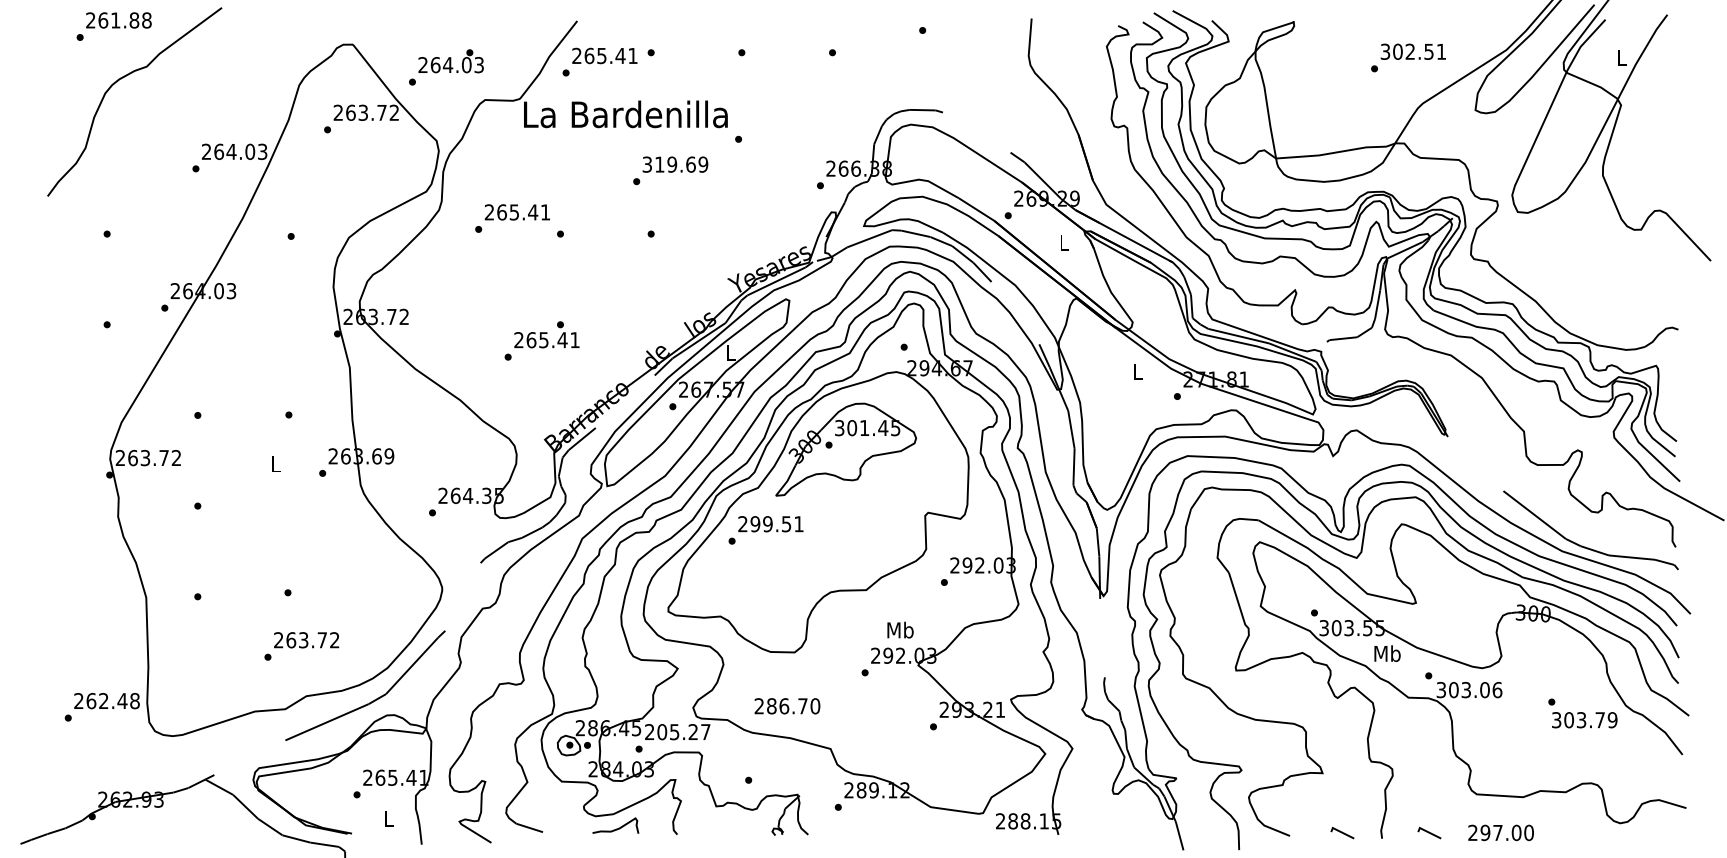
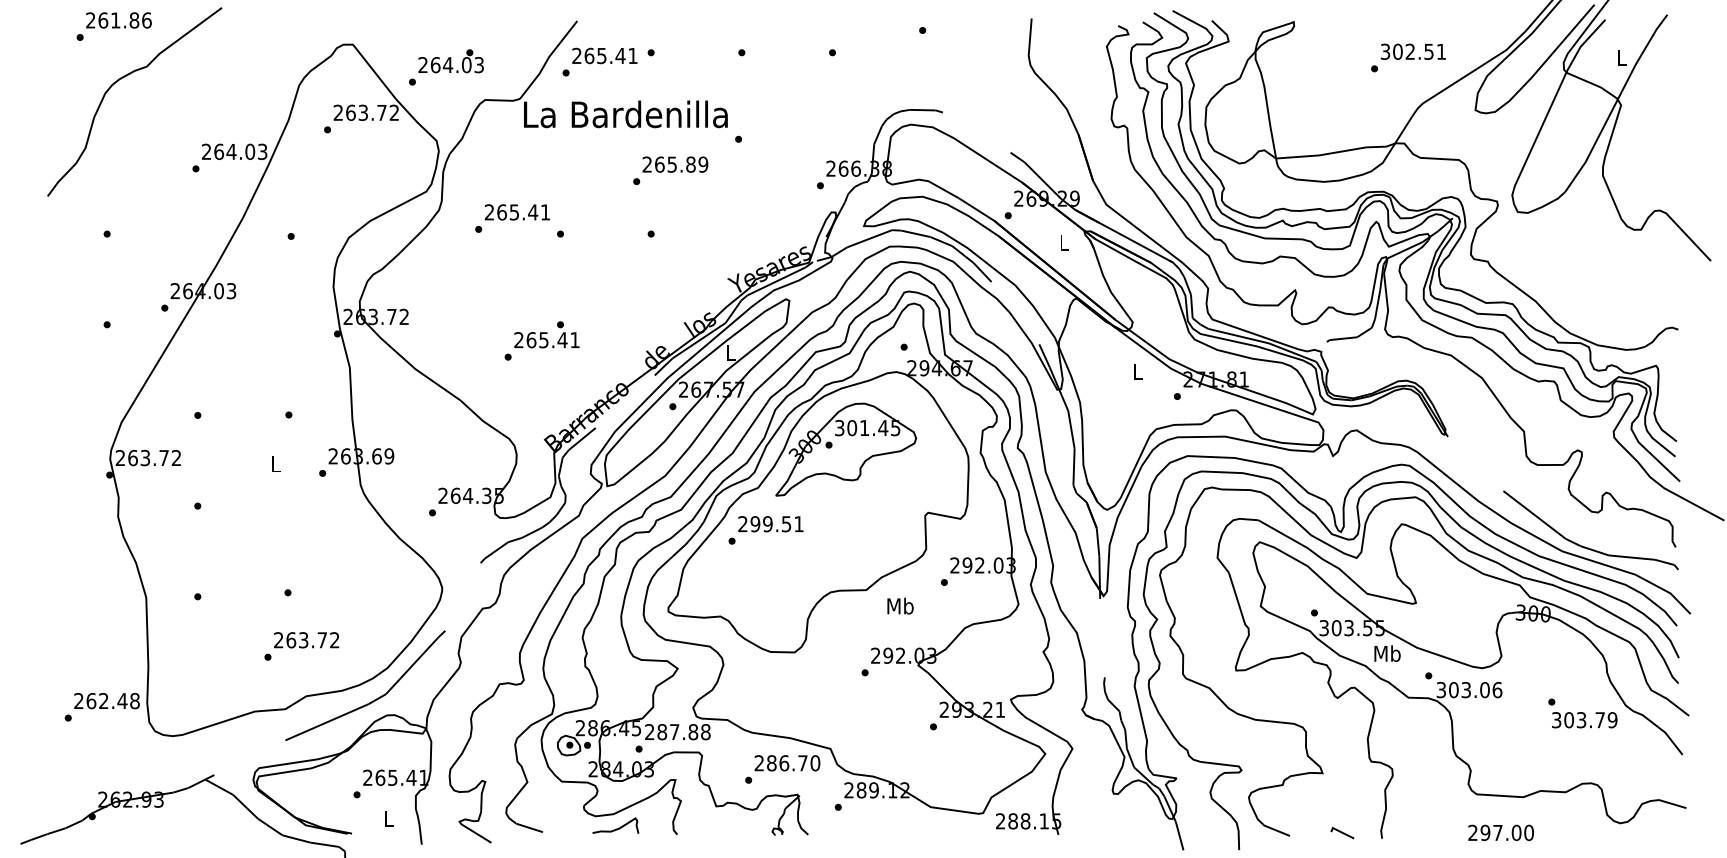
text at (146, 20): 261.88 -> 261.86
text at (668, 164): 319.69 -> 265.89
text at (900, 629) position: (900, 629) -> (900, 605)
text at (787, 706) position: (787, 706) -> (787, 763)
text at (683, 732): 205.27 -> 287.88
line at (1429, 833): present -> none
